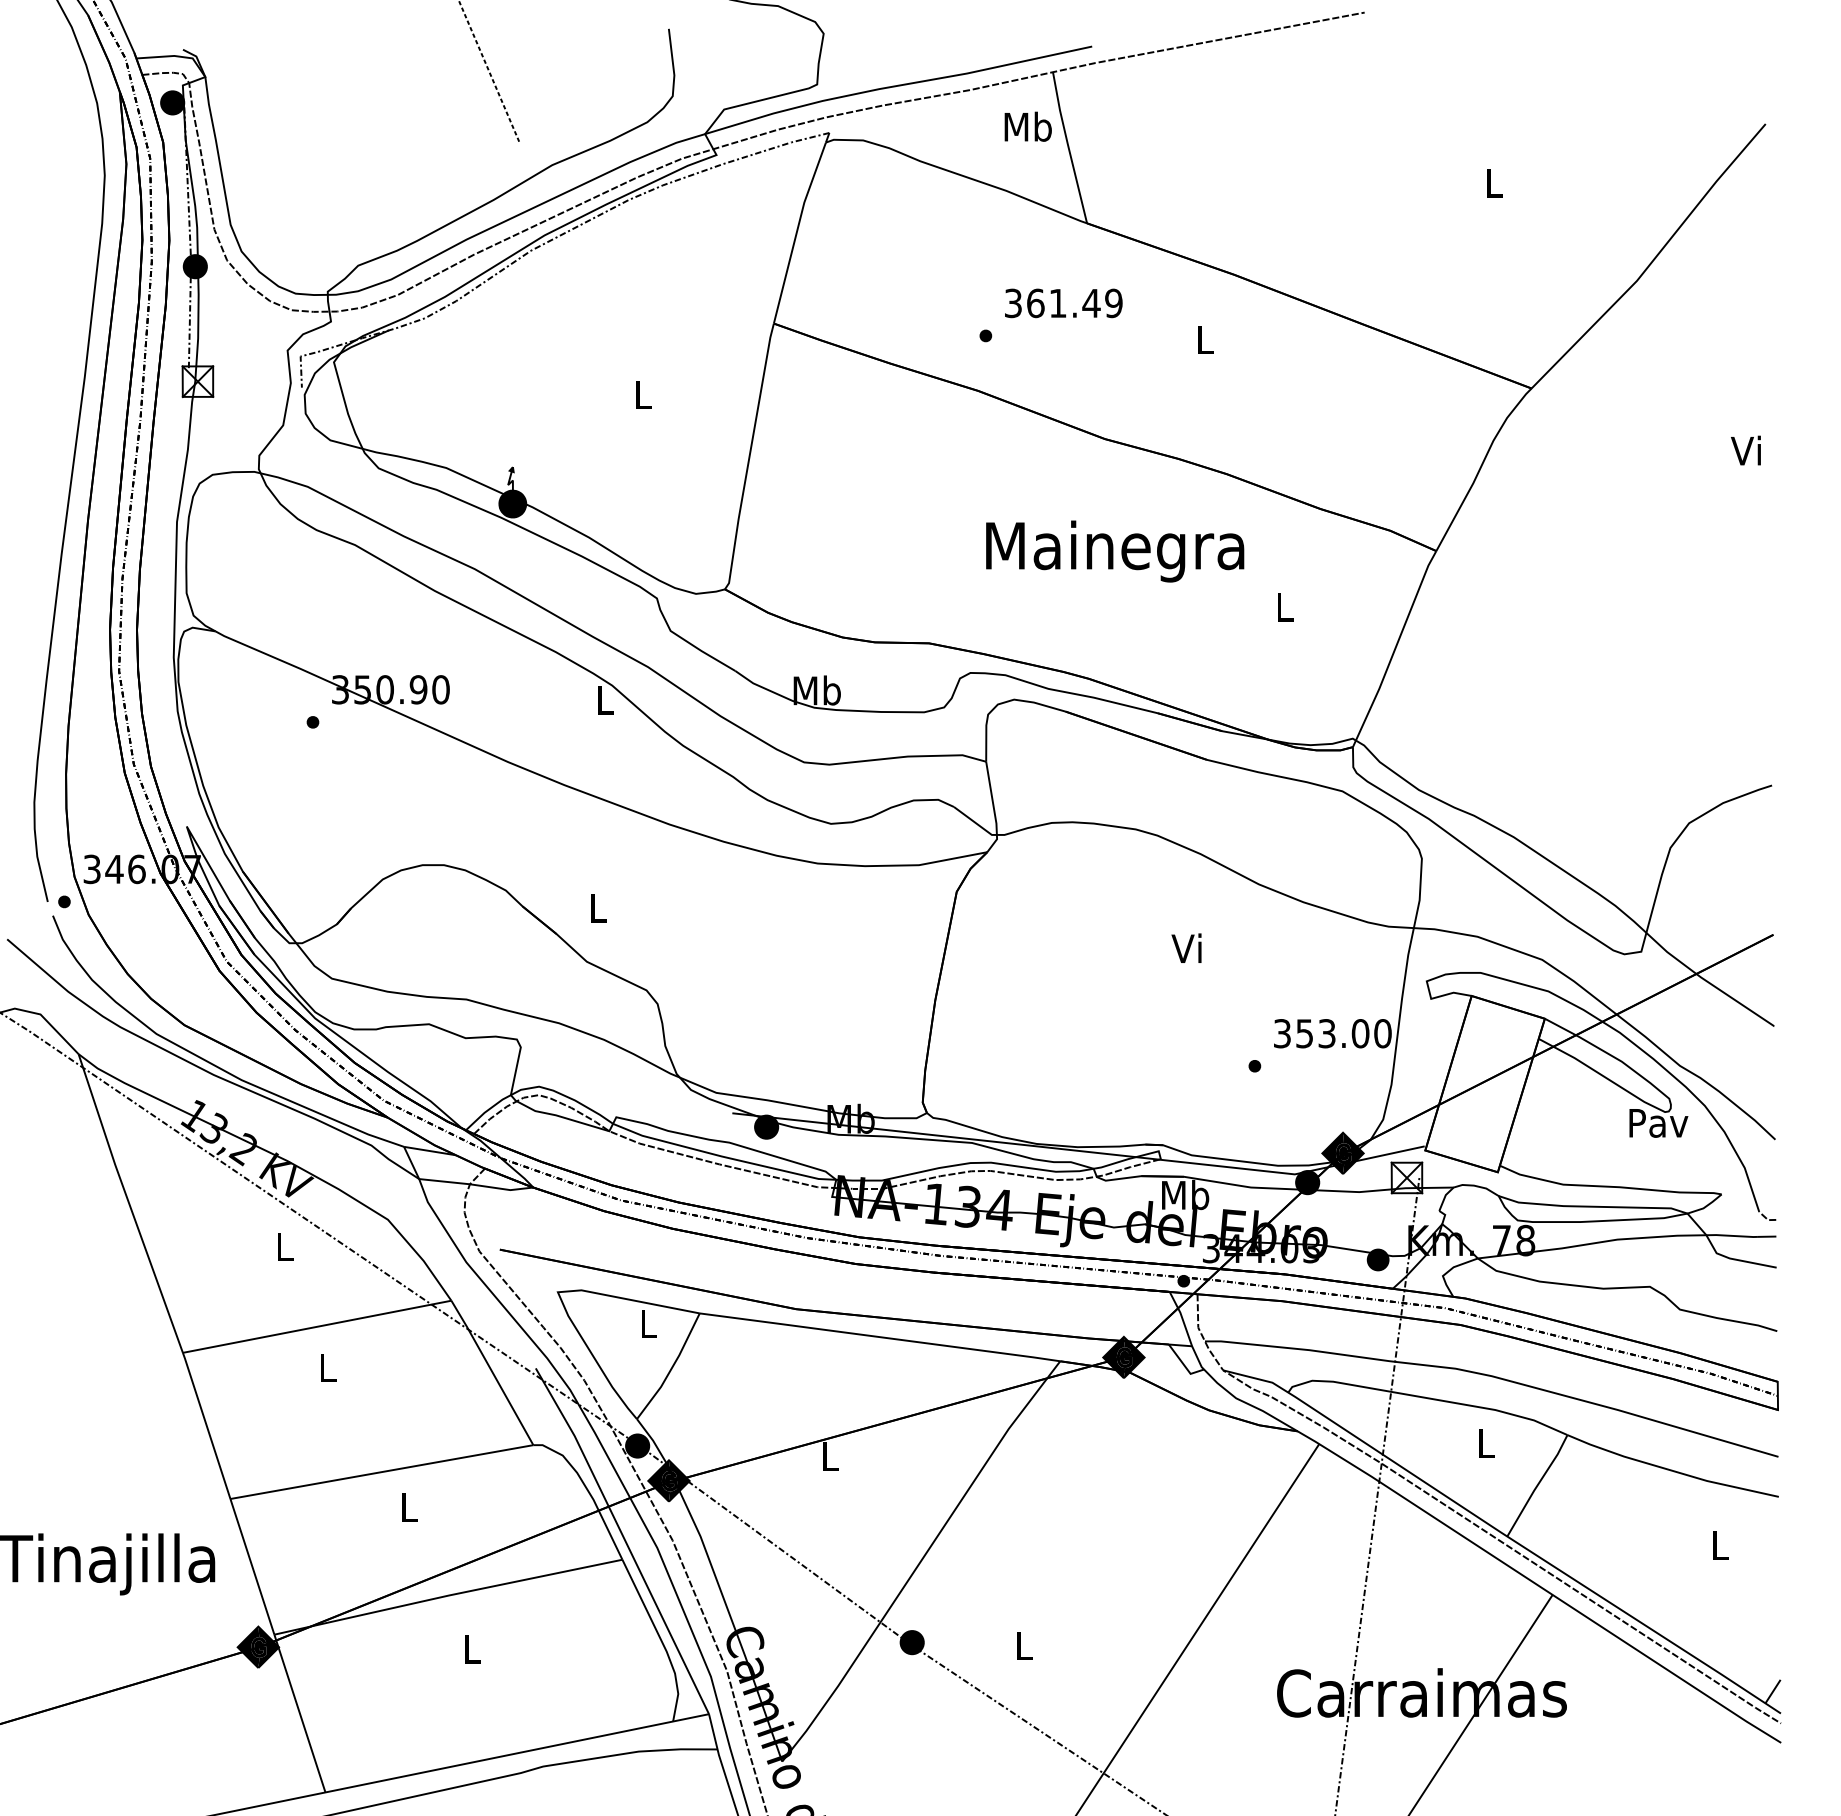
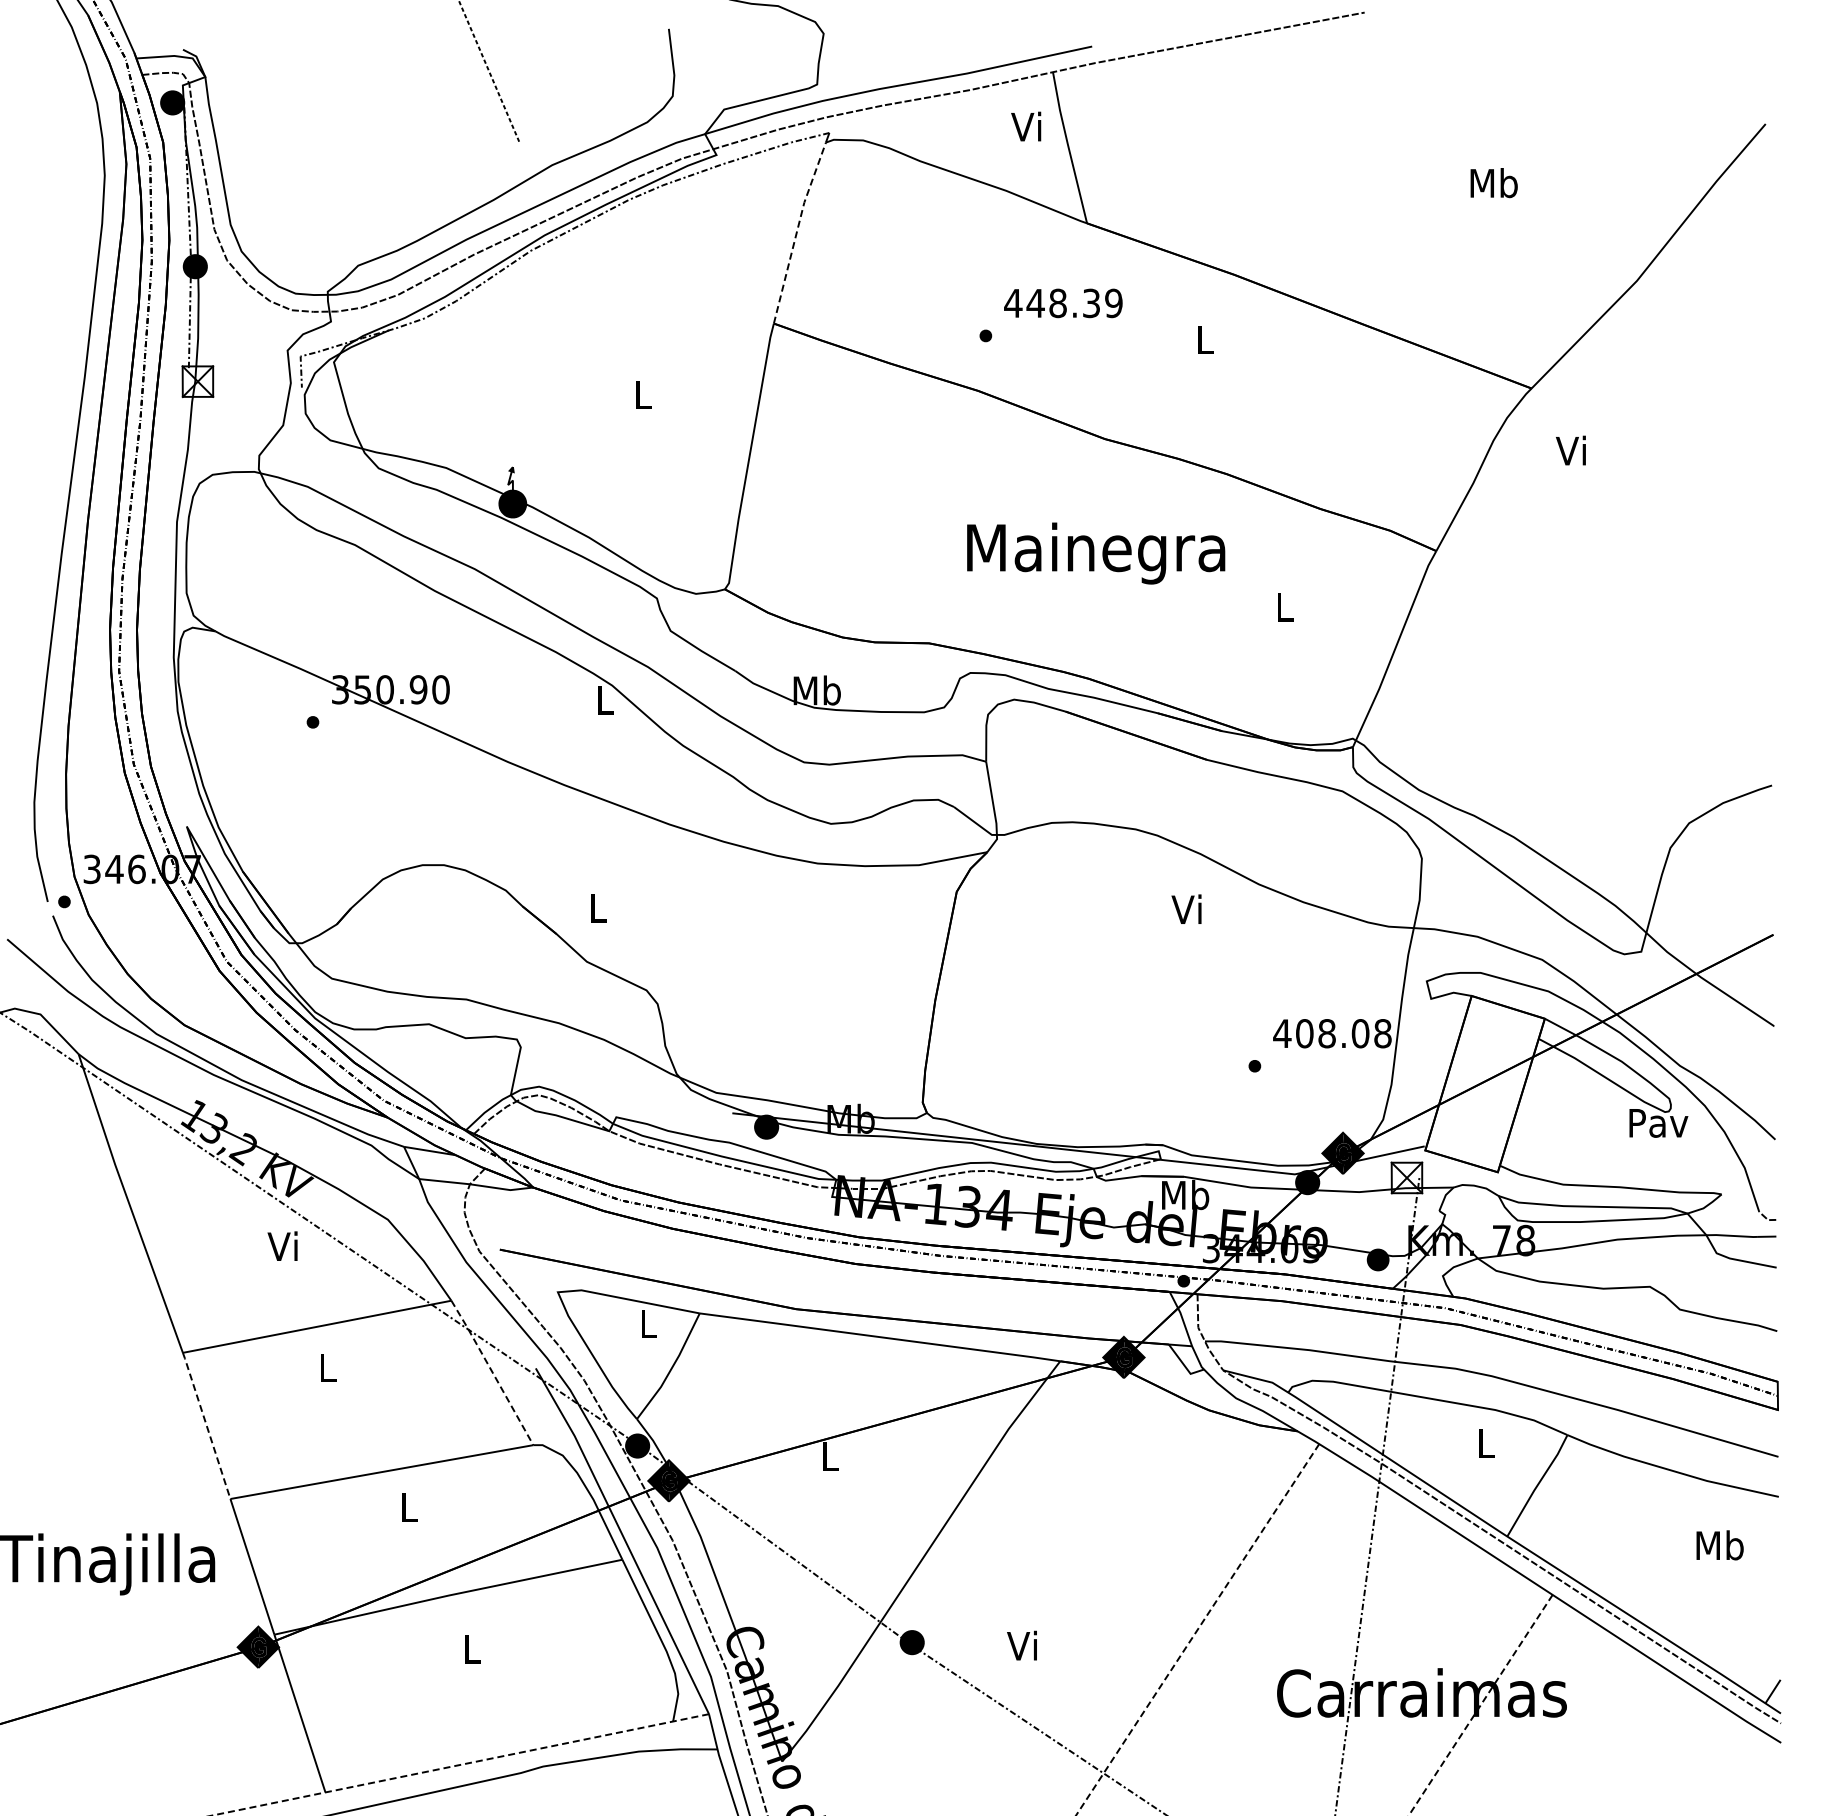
text at (1027, 126): Mb -> Vi
text at (1493, 183): L -> Mb
line at (797, 231): solid -> dashed
text at (1052, 303): 361.49 -> 448.39
text at (1745, 450) position: (1745, 450) -> (1570, 450)
text at (1115, 551) position: (1115, 551) -> (1096, 553)
text at (1186, 947) position: (1186, 947) -> (1186, 908)
text at (1332, 1033): 353.00 -> 408.08
text at (282, 1245): L -> Vi
line at (492, 1371): solid -> dashed
line at (206, 1425): solid -> dashed
text at (1719, 1545): L -> Mb
line at (1197, 1629): solid -> dashed
text at (1021, 1645): L -> Vi
line at (1480, 1705): solid -> dashed
line at (459, 1765): solid -> dashed
